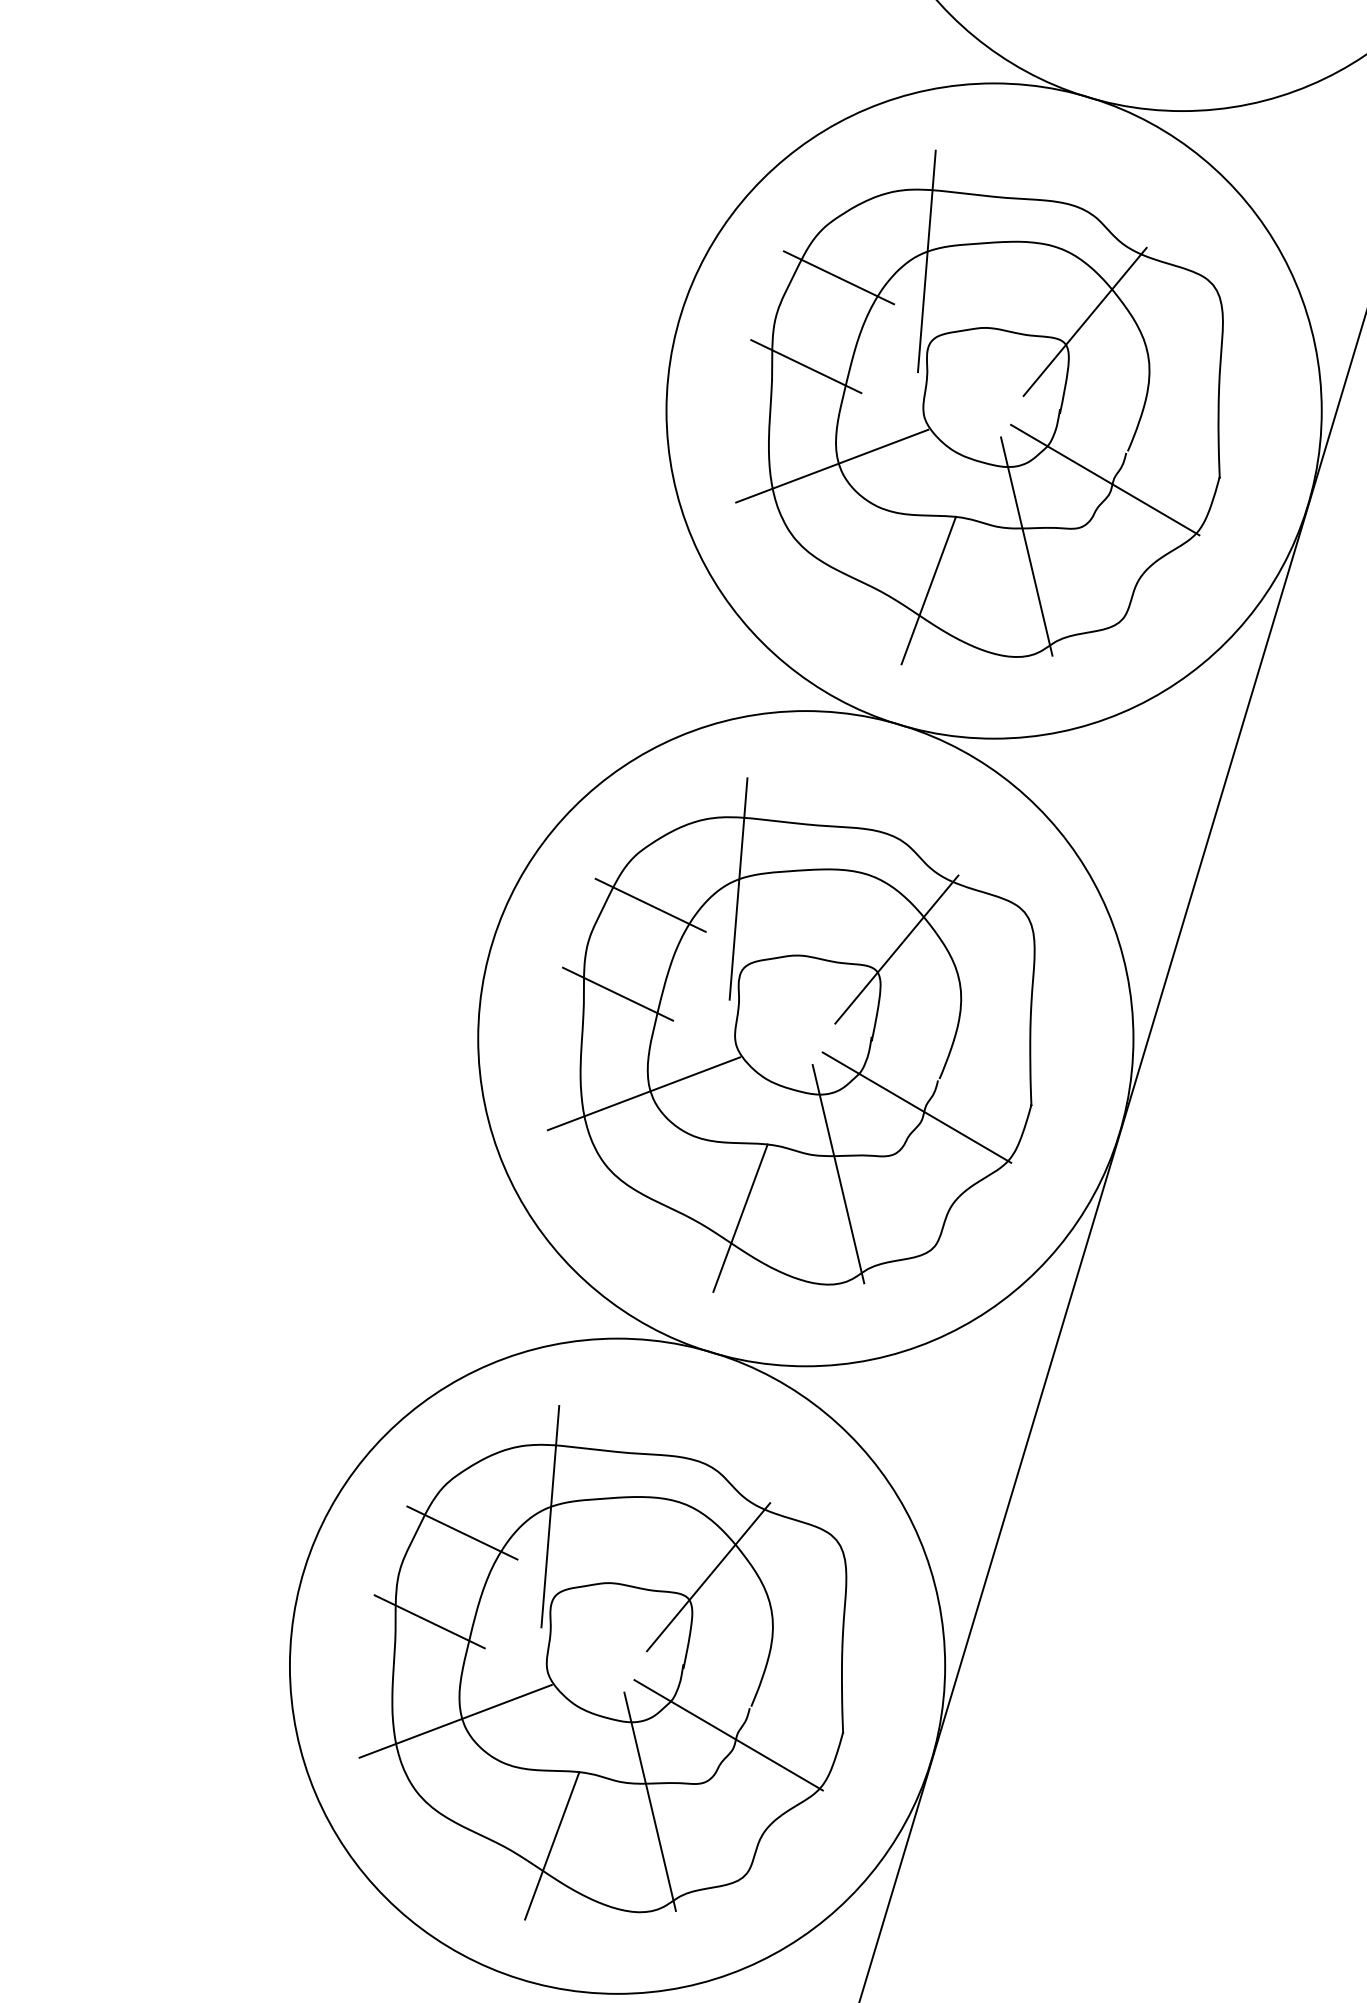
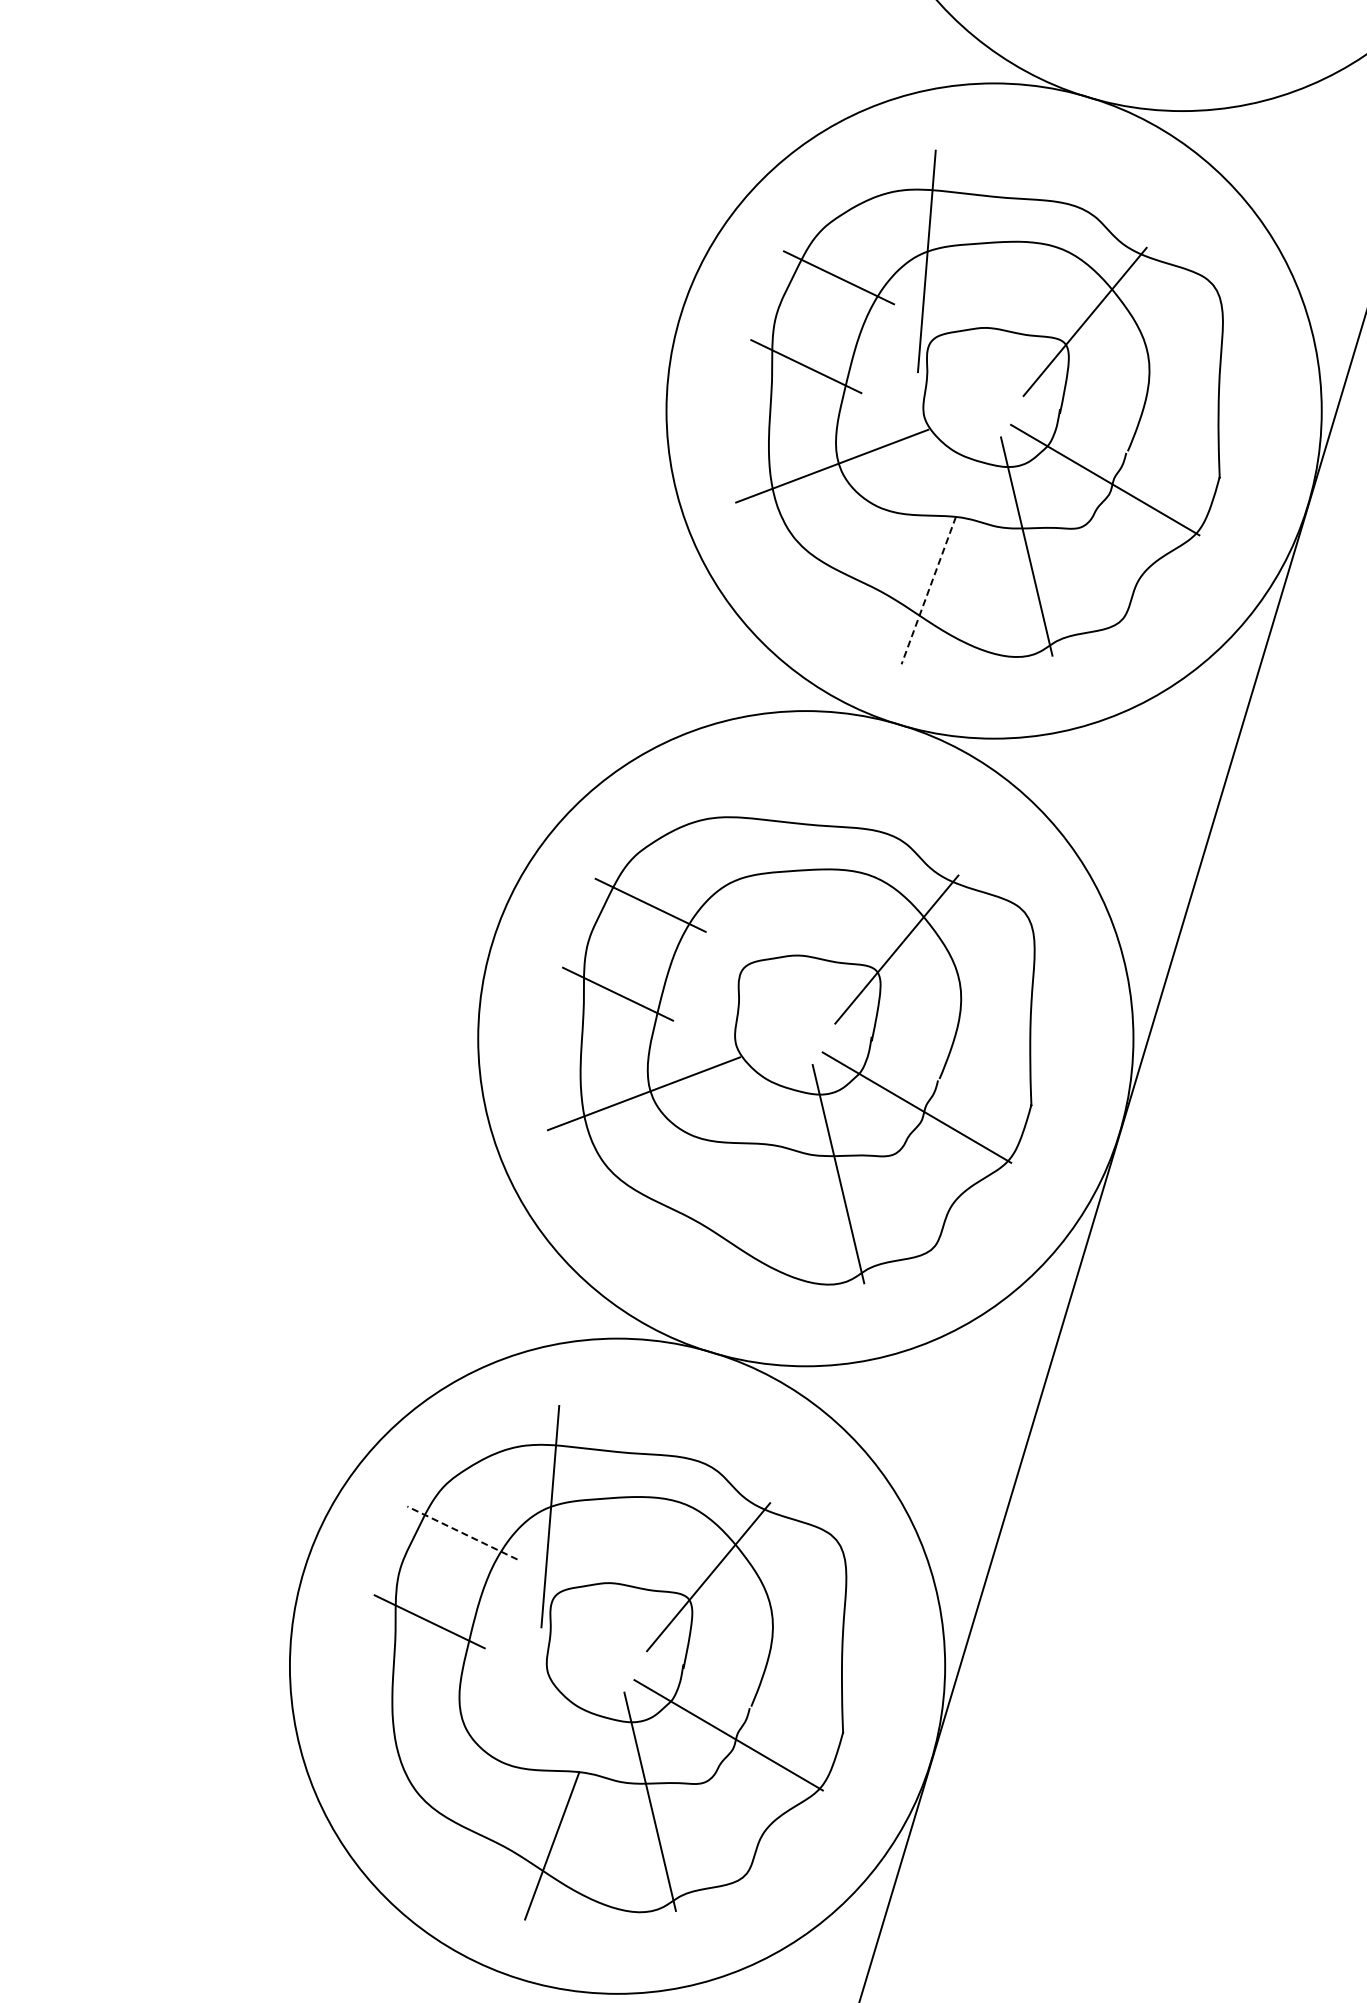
line at (928, 590): solid -> dashed
line at (738, 888): present -> none
line at (740, 1217): present -> none
line at (461, 1532): solid -> dashed
line at (455, 1721): present -> none
